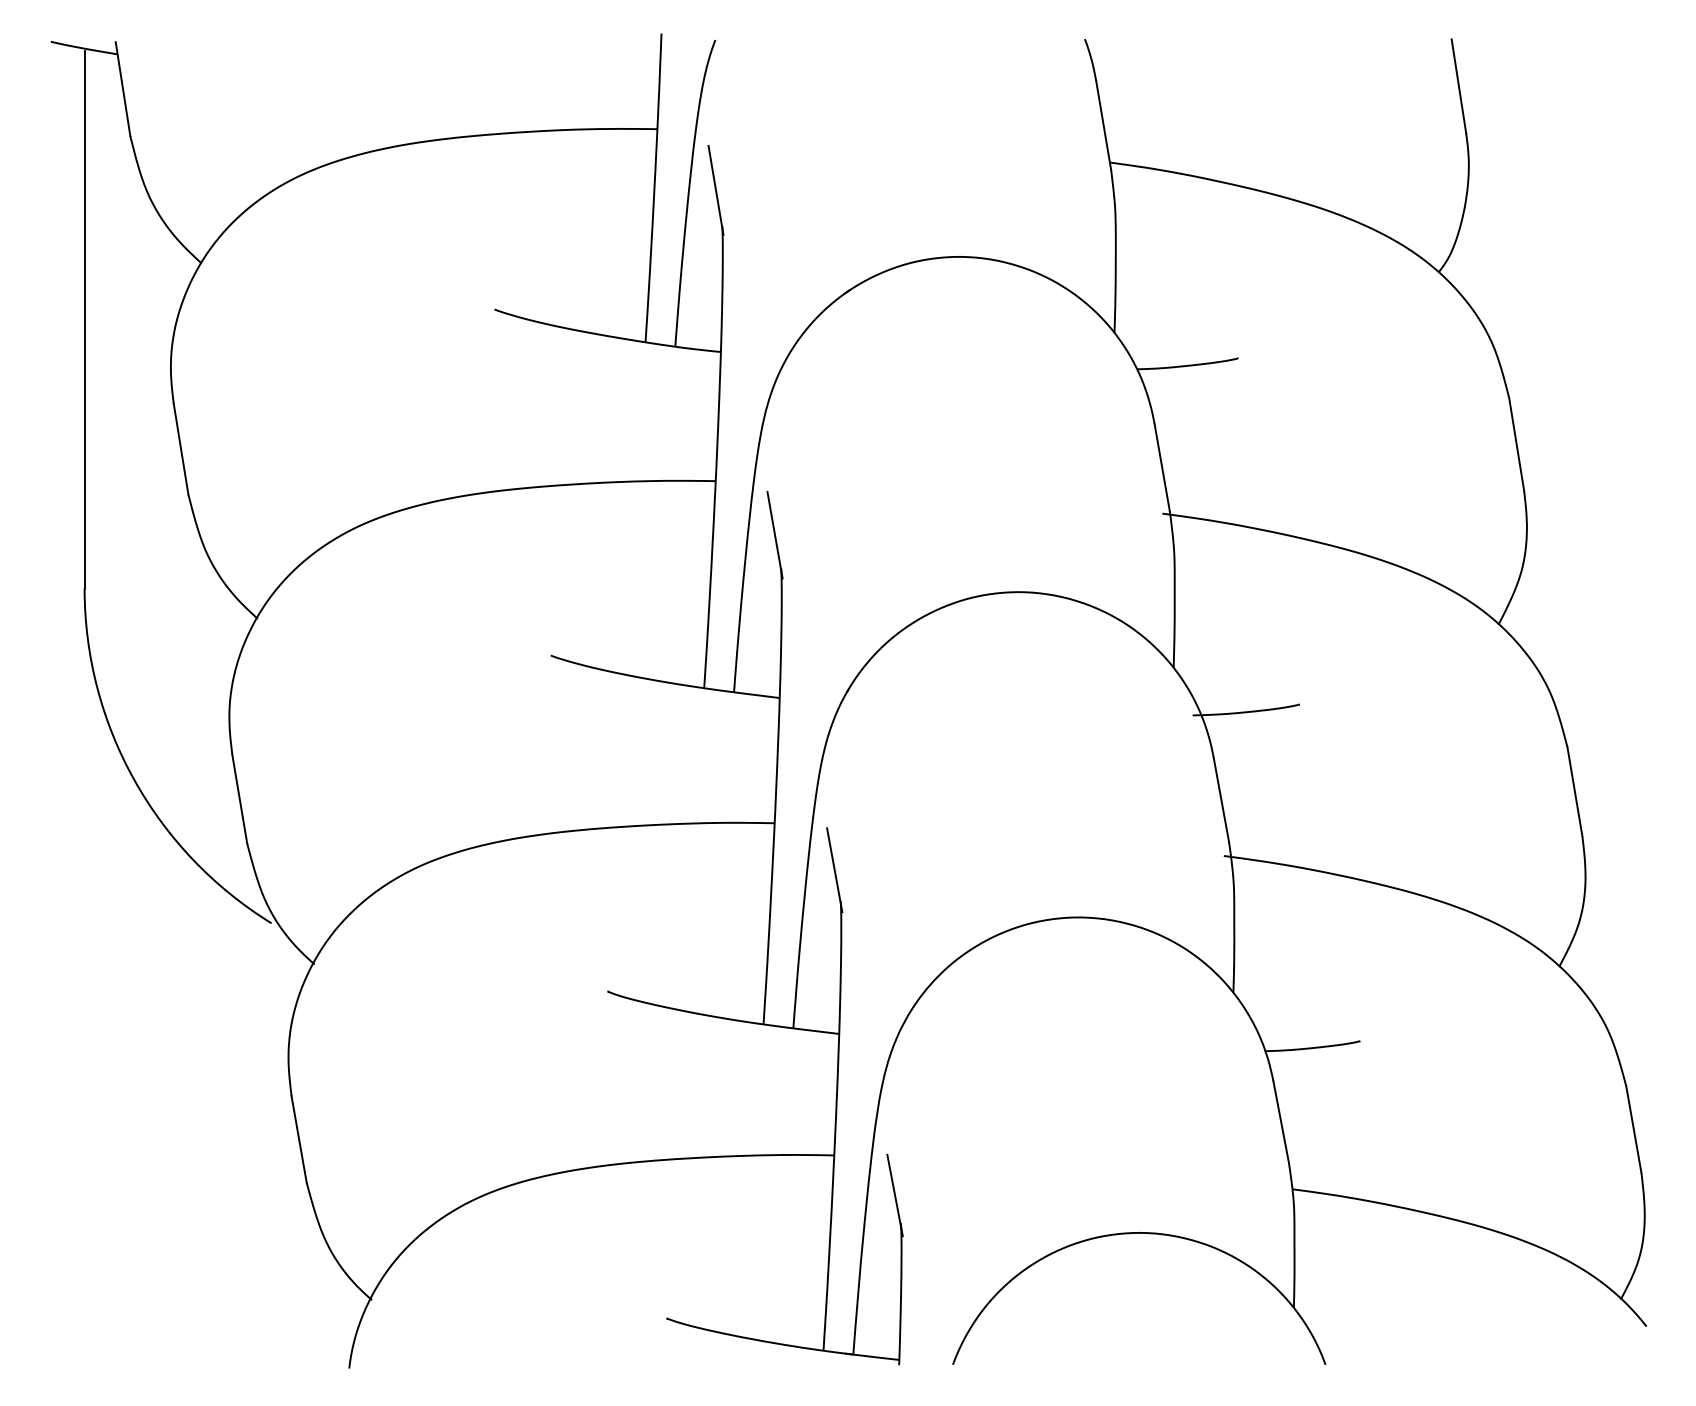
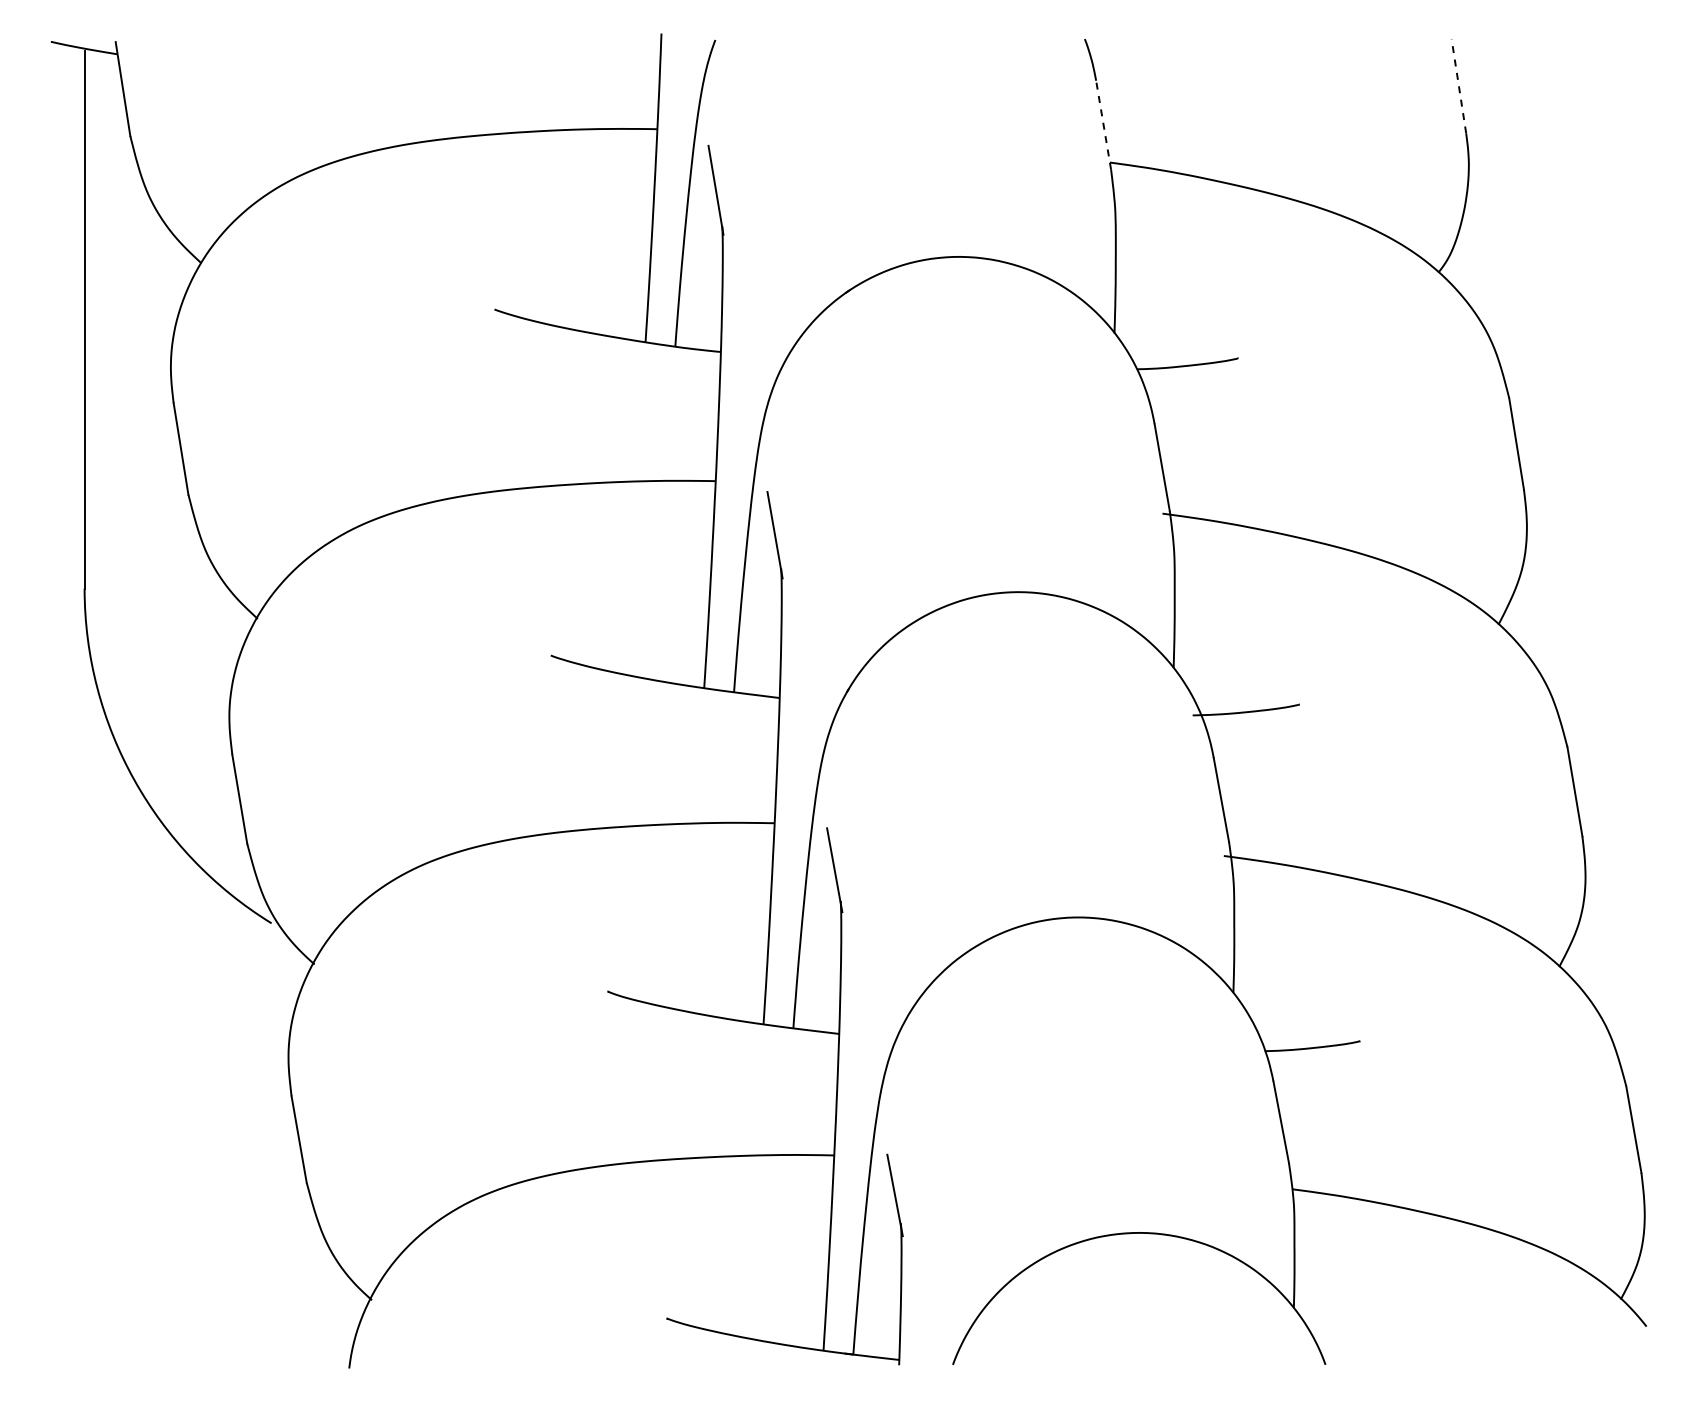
line at (1458, 86): solid -> dashed
line at (1103, 124): solid -> dashed
